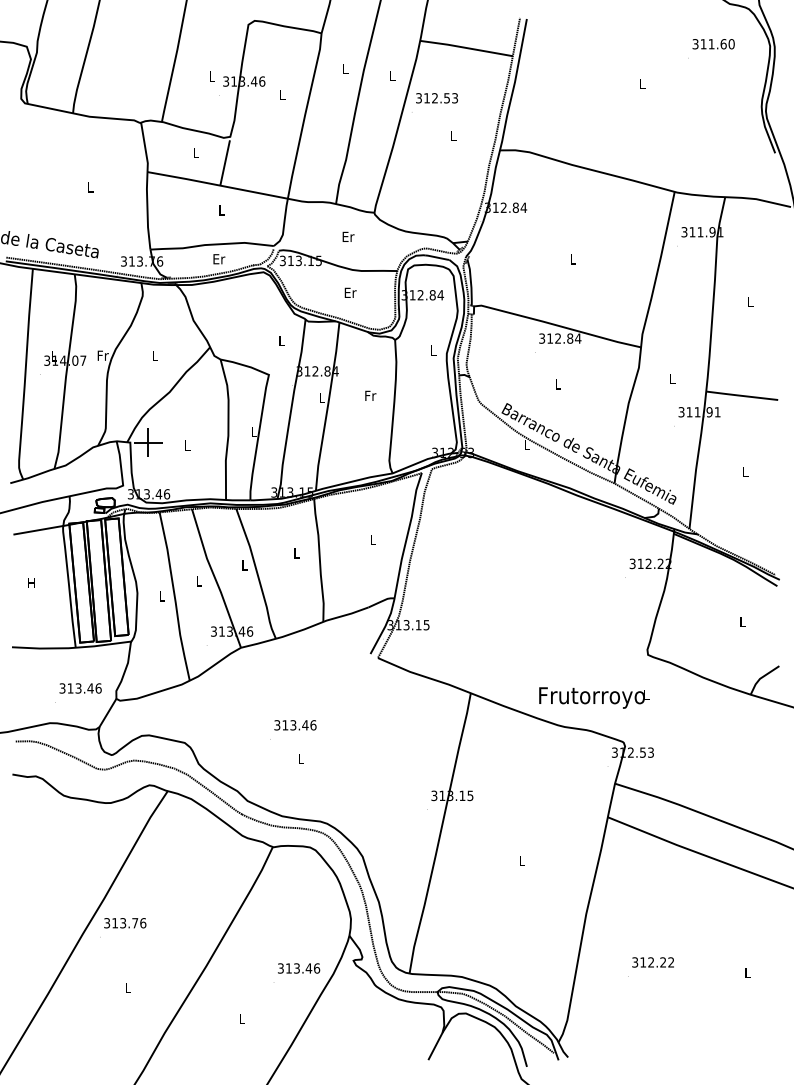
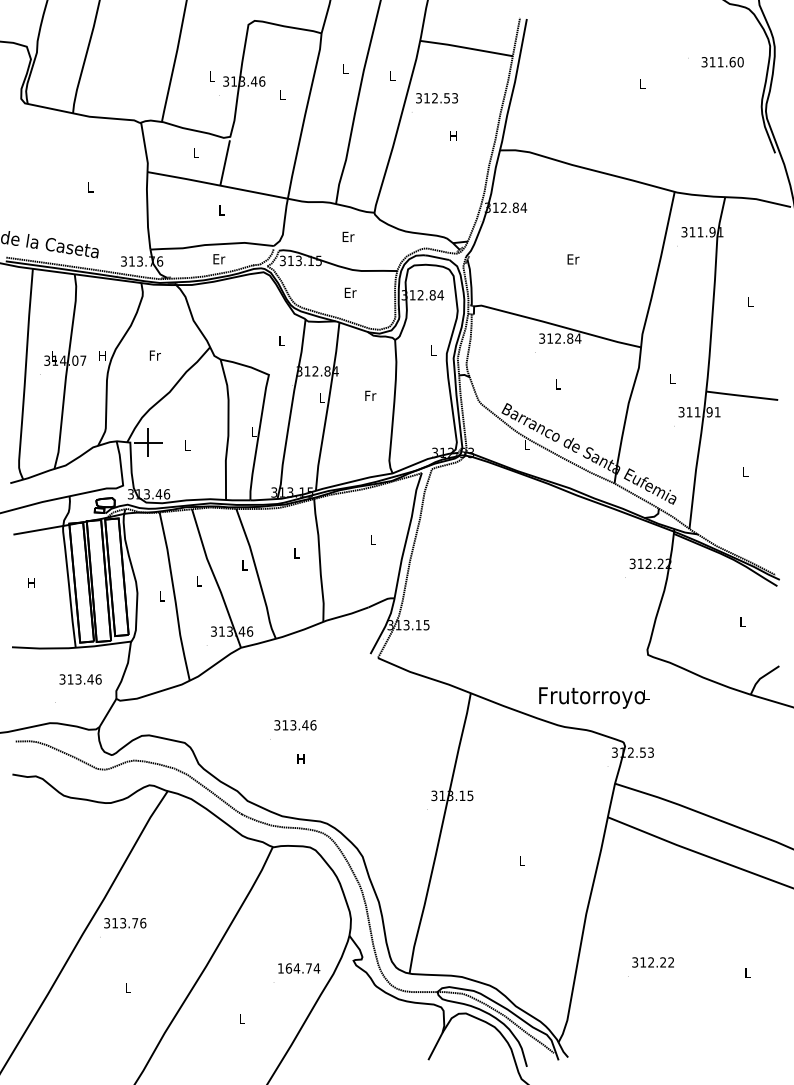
text at (713, 44) position: (713, 44) -> (722, 62)
text at (453, 135): L -> H
text at (573, 259): L -> Er
text at (102, 355): Fr -> H
text at (154, 355): L -> Fr
text at (80, 688) position: (80, 688) -> (80, 679)
text at (300, 758): L -> H
text at (298, 968): 313.46 -> 164.74
